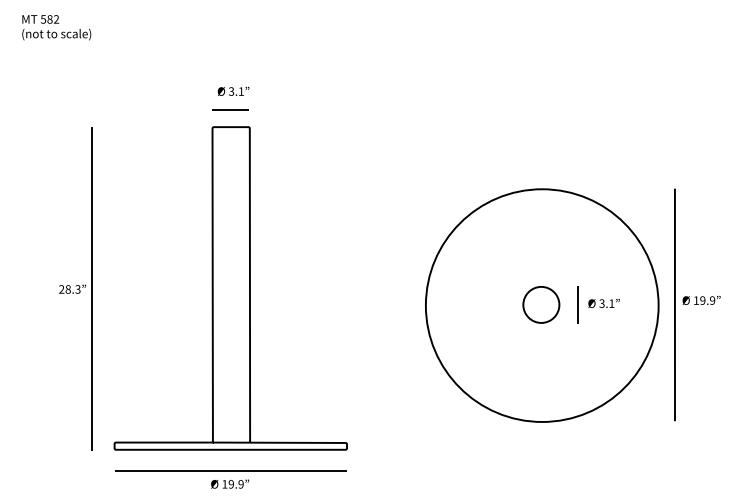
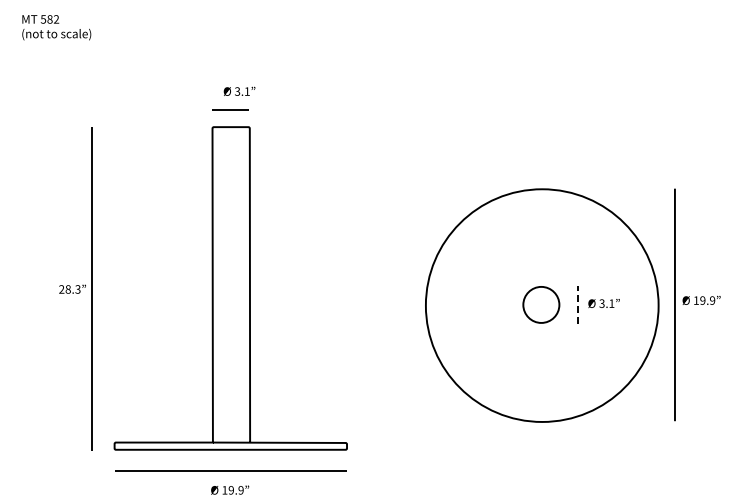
text at (233, 90) position: (233, 90) -> (239, 90)
line at (577, 304): solid -> dashed
text at (230, 483) position: (230, 483) -> (230, 489)
